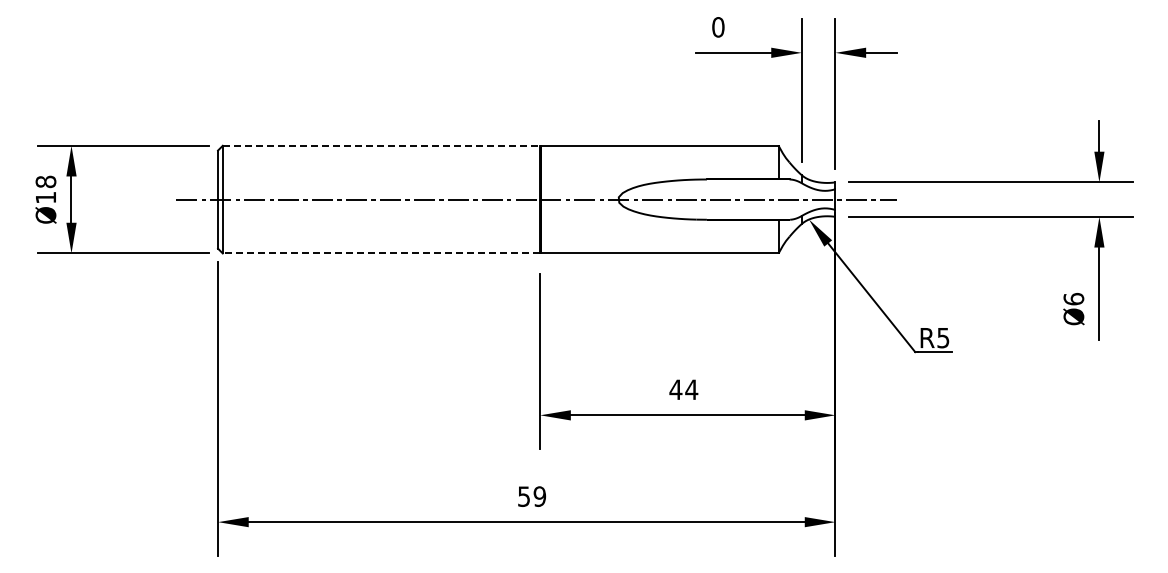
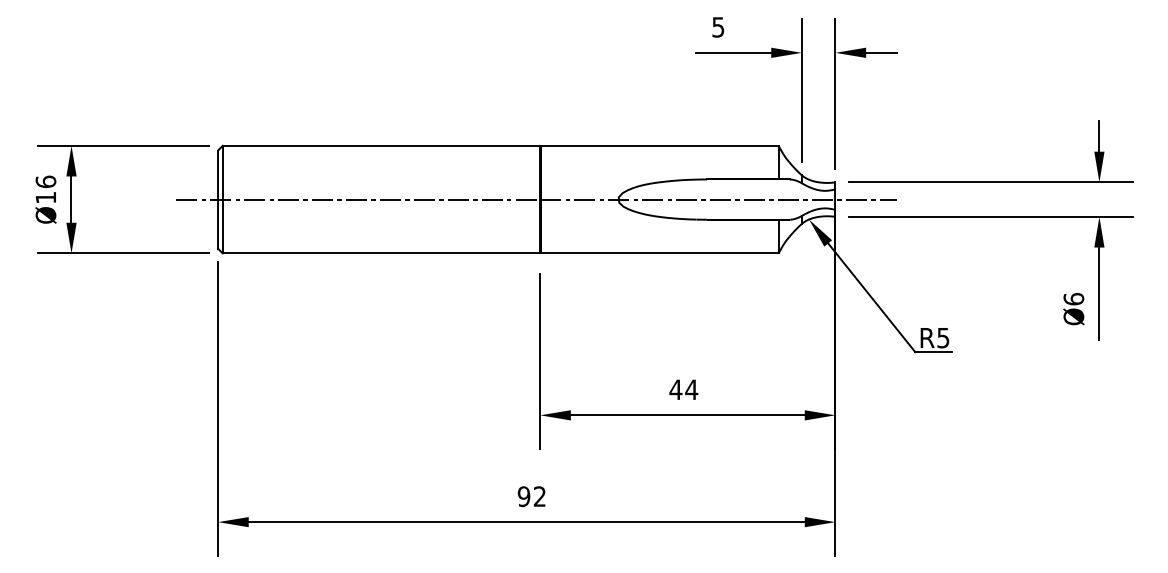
text at (718, 27): 0 -> 5
line at (381, 145): dashed -> solid
text at (45, 181): Ø18 -> Ø16
line at (381, 253): dashed -> solid
text at (531, 496): 59 -> 92
